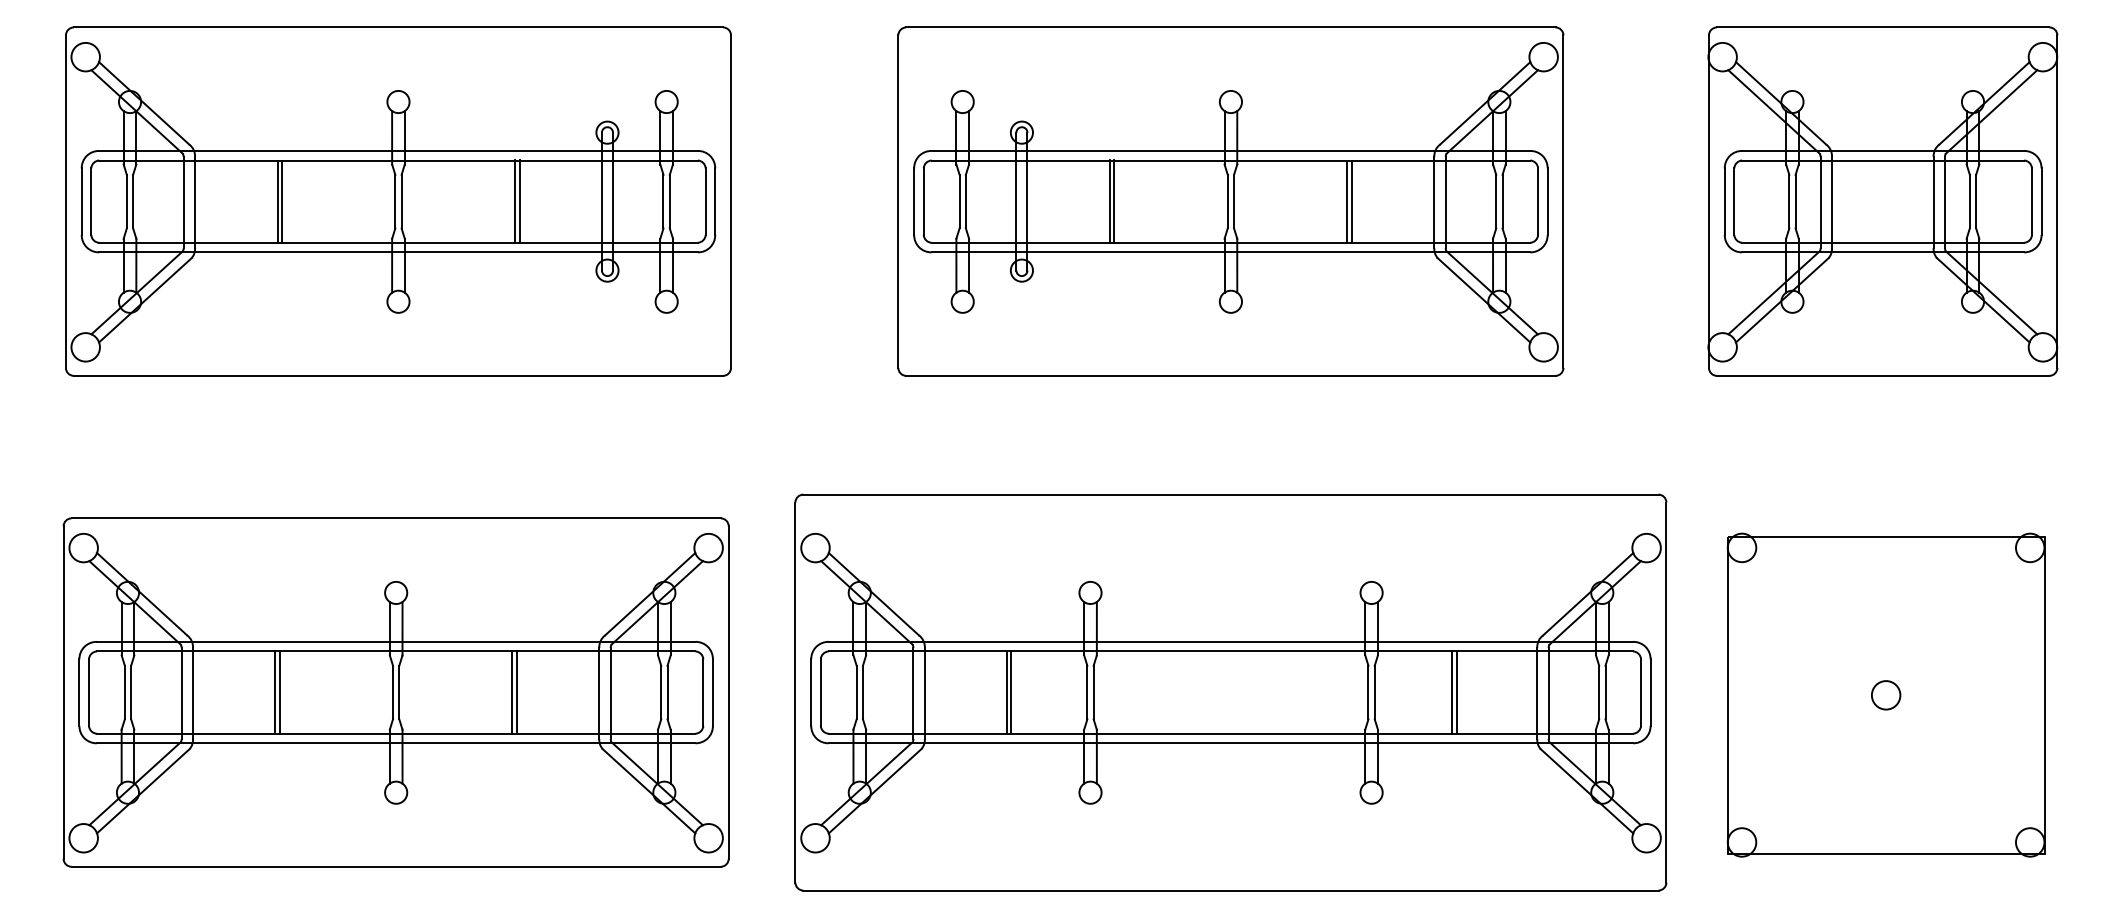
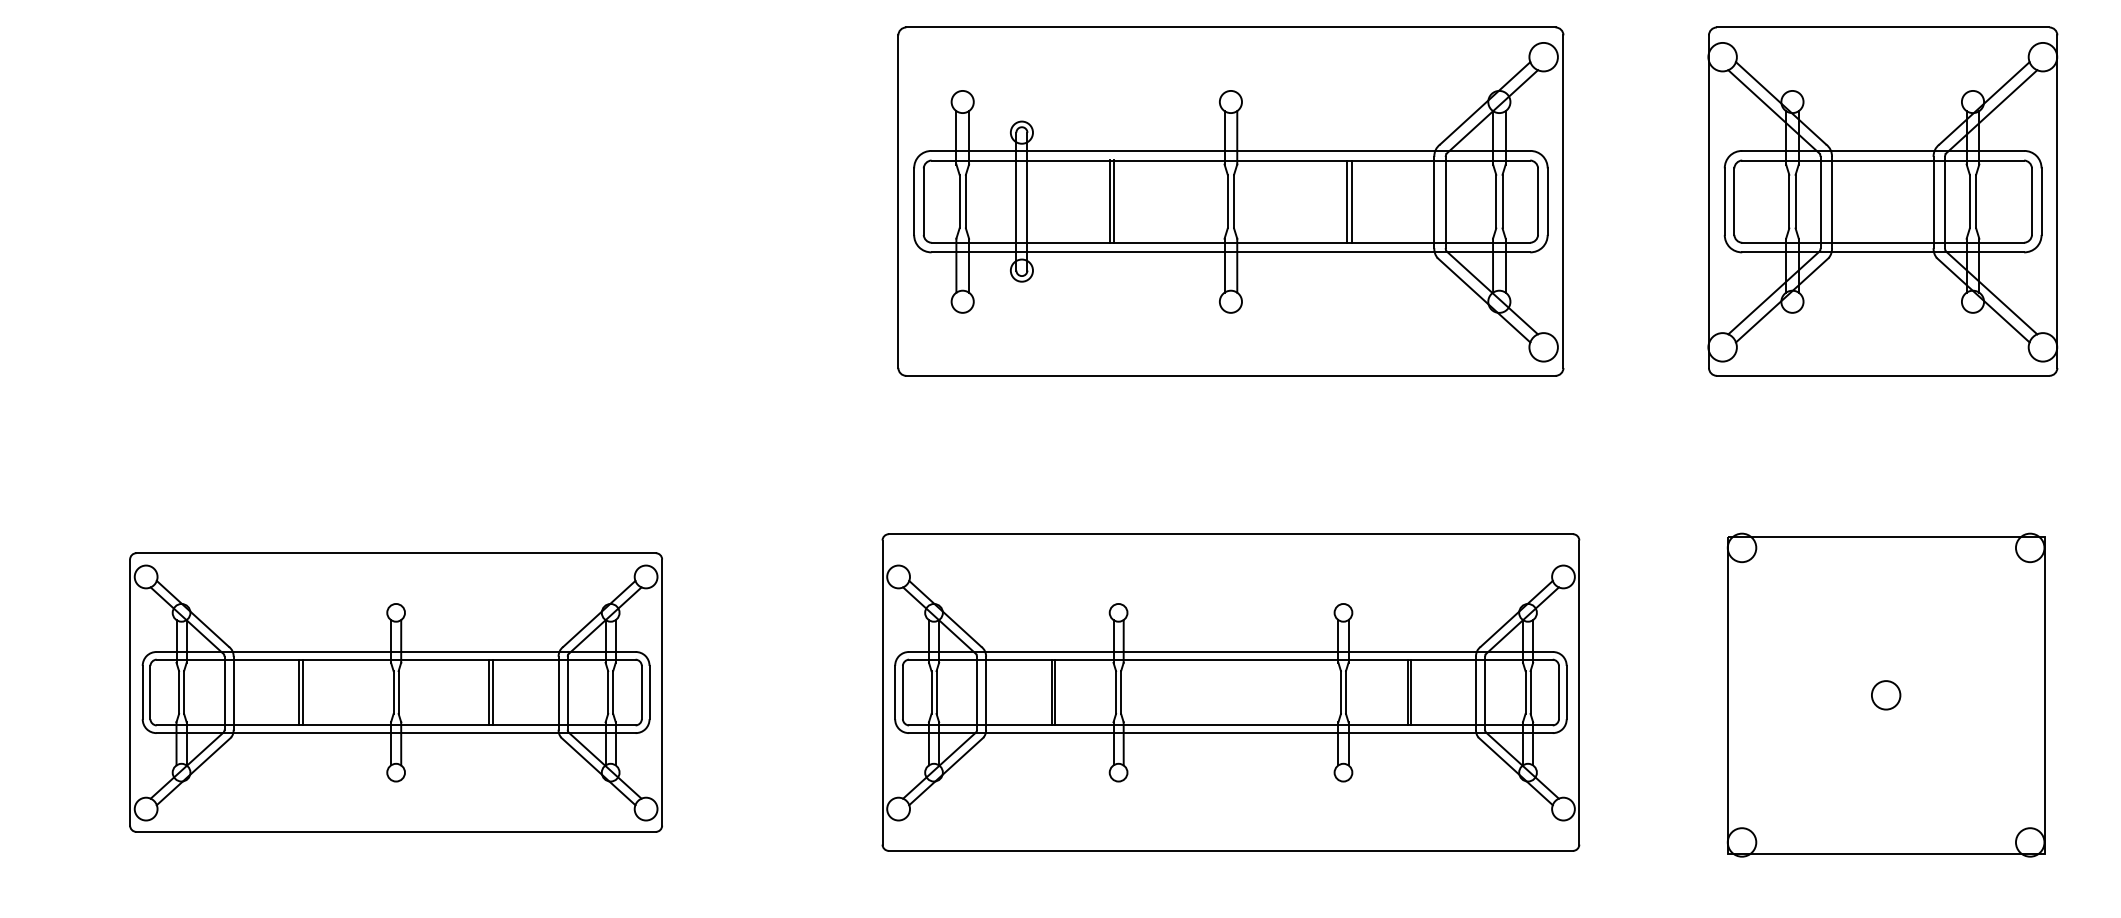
part at (398, 201): present -> none
part at (395, 692) size: 668x351 px -> 534x281 px
part at (1230, 692) size: 874x399 px -> 700x319 px
